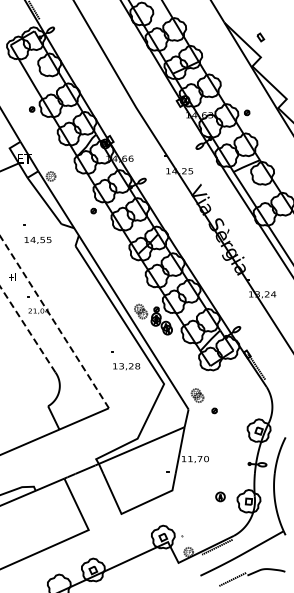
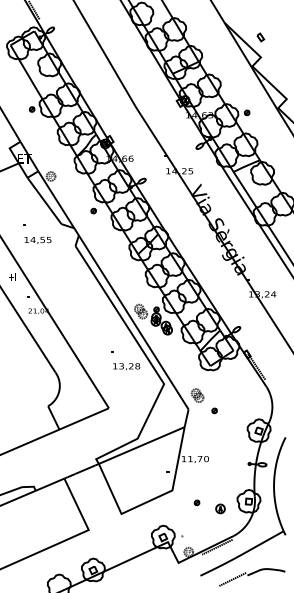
line at (54, 322): dashed -> solid
line at (27, 329): dashed -> solid
part at (220, 496) position: (220, 496) -> (220, 508)
part at (196, 502): none -> present
